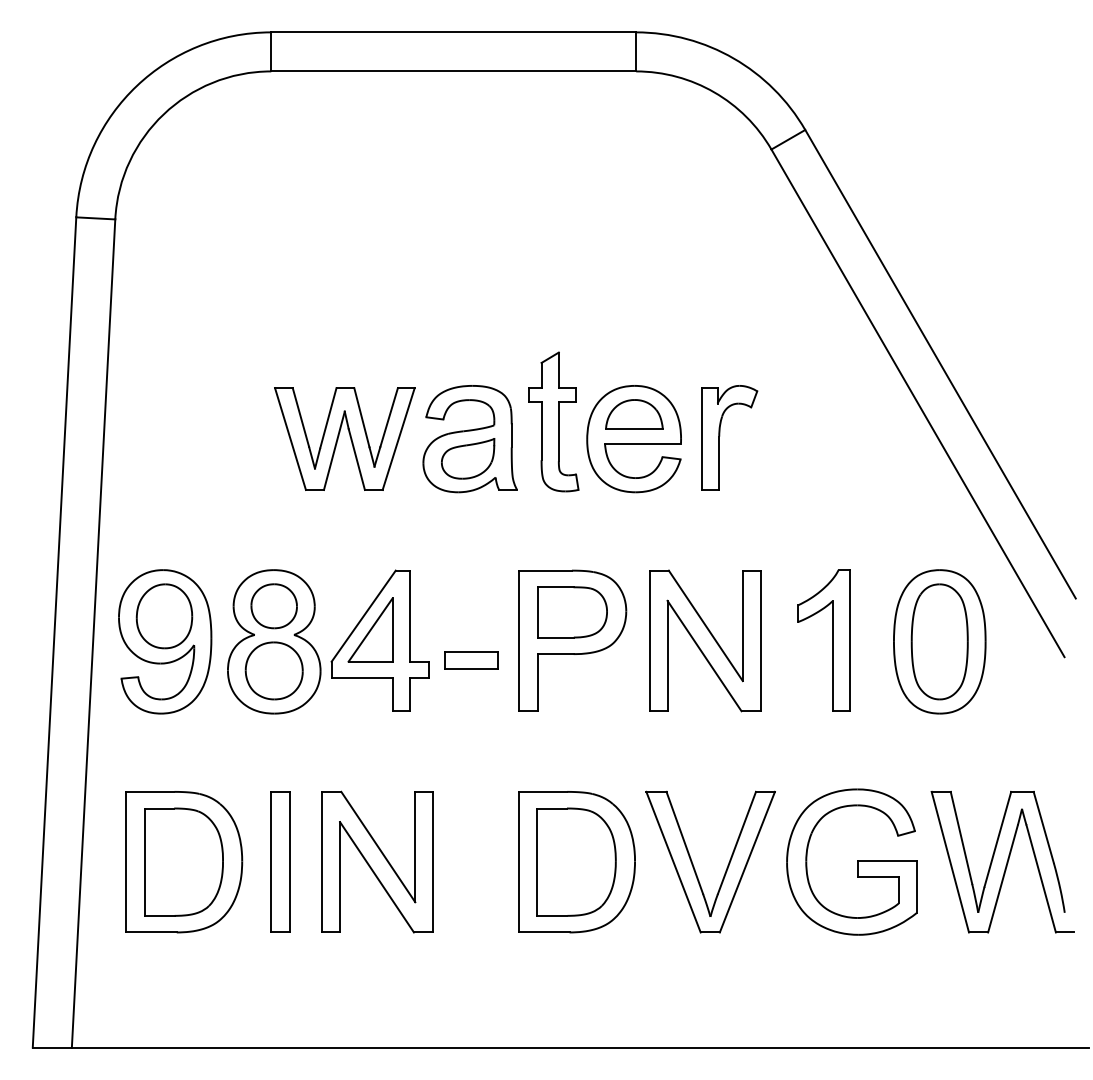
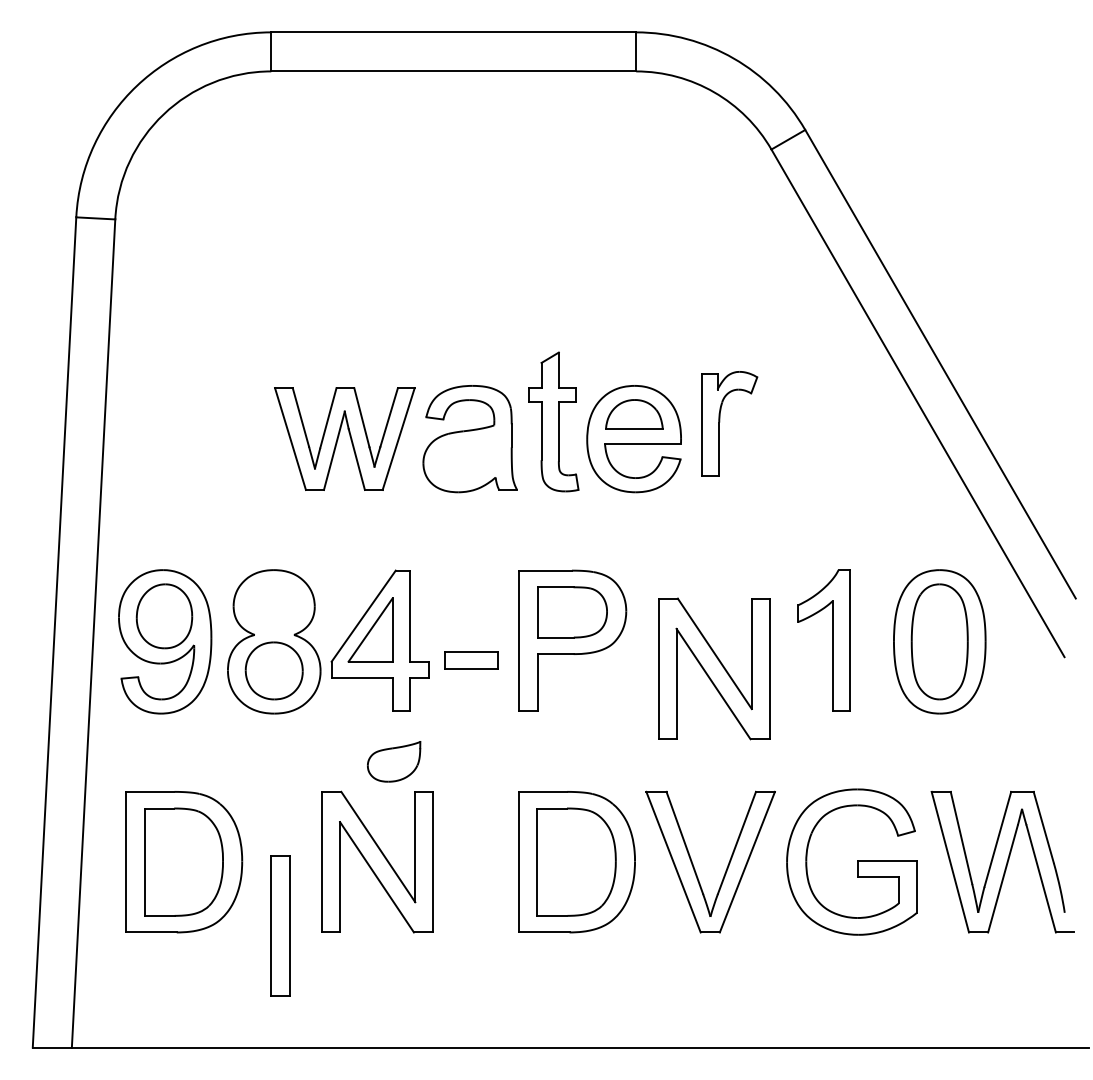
part at (720, 436) position: (720, 436) -> (720, 422)
part at (468, 458) position: (468, 458) -> (394, 761)
part at (273, 606): present -> none
part at (705, 640) position: (705, 640) -> (714, 668)
part at (280, 861) position: (280, 861) -> (280, 925)
